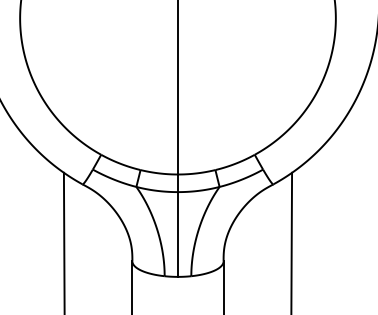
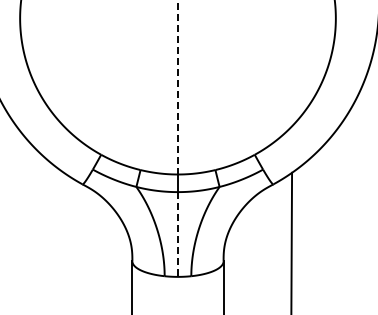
line at (178, 87): solid -> dashed
line at (178, 235): solid -> dashed
line at (63, 241): present -> none
